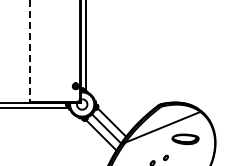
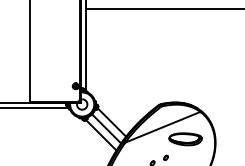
line at (163, 9): none -> present
line at (30, 51): dashed -> solid
part at (185, 139) size: 29x13 px -> 35x15 px
